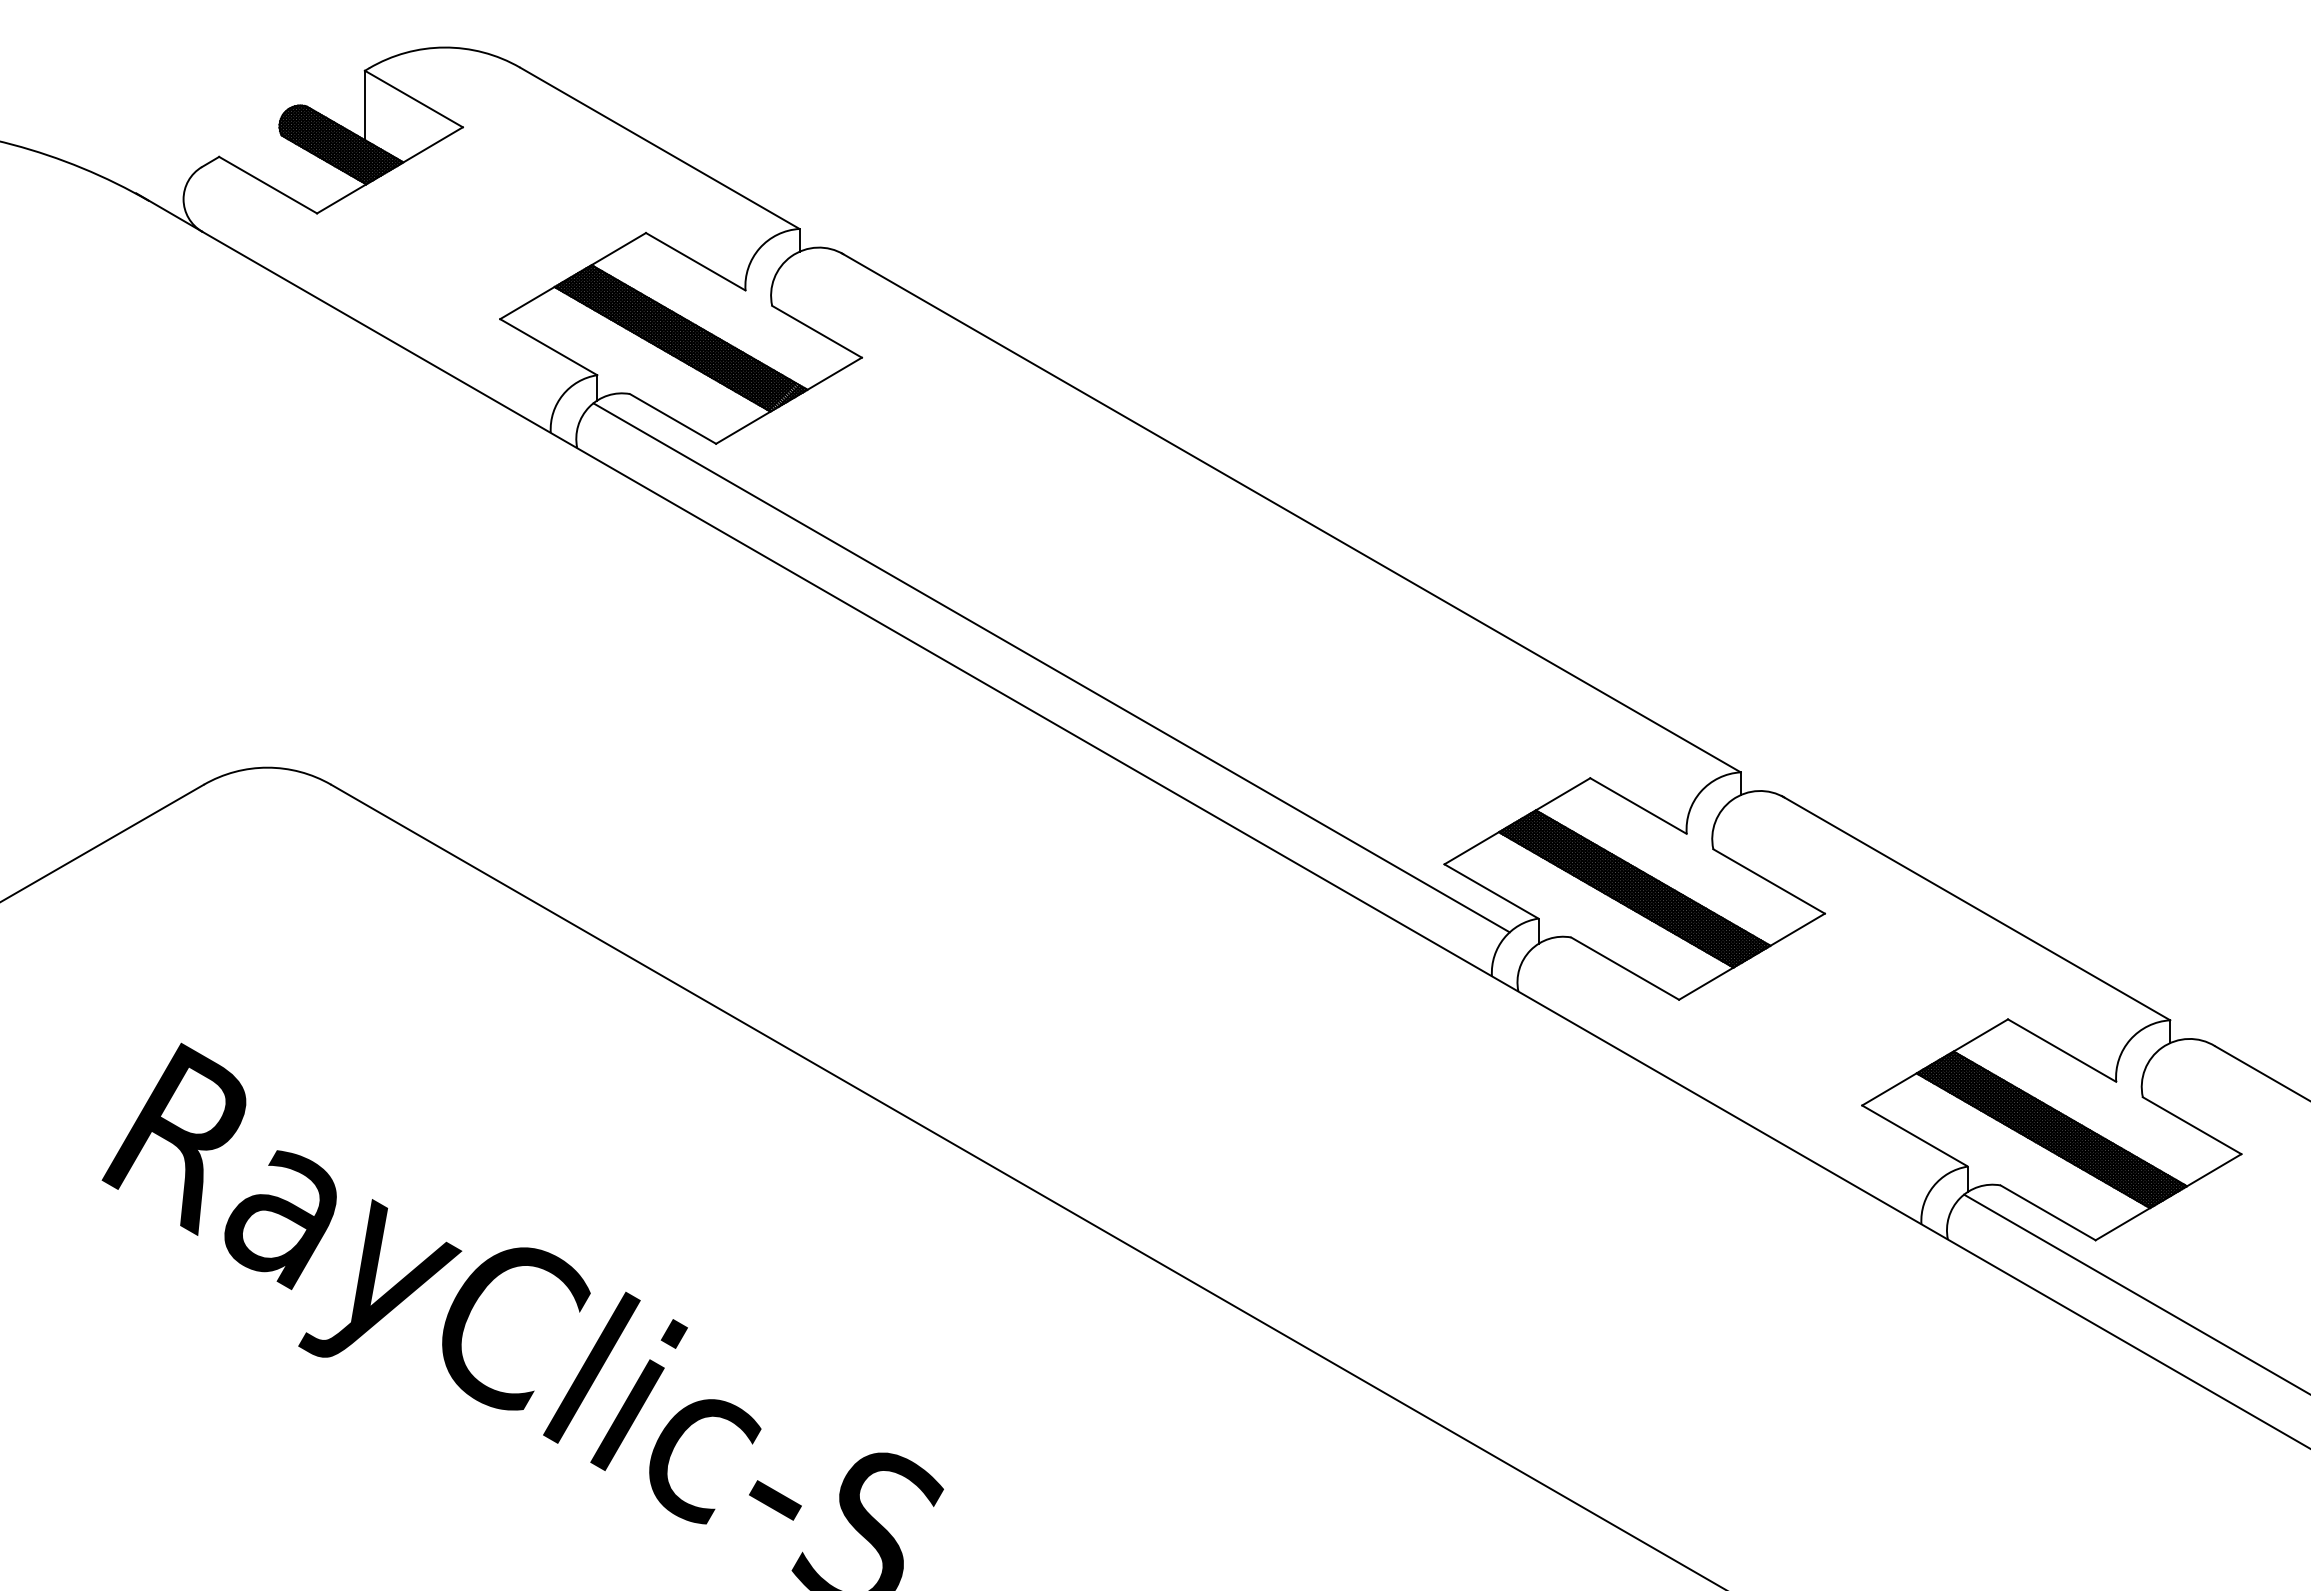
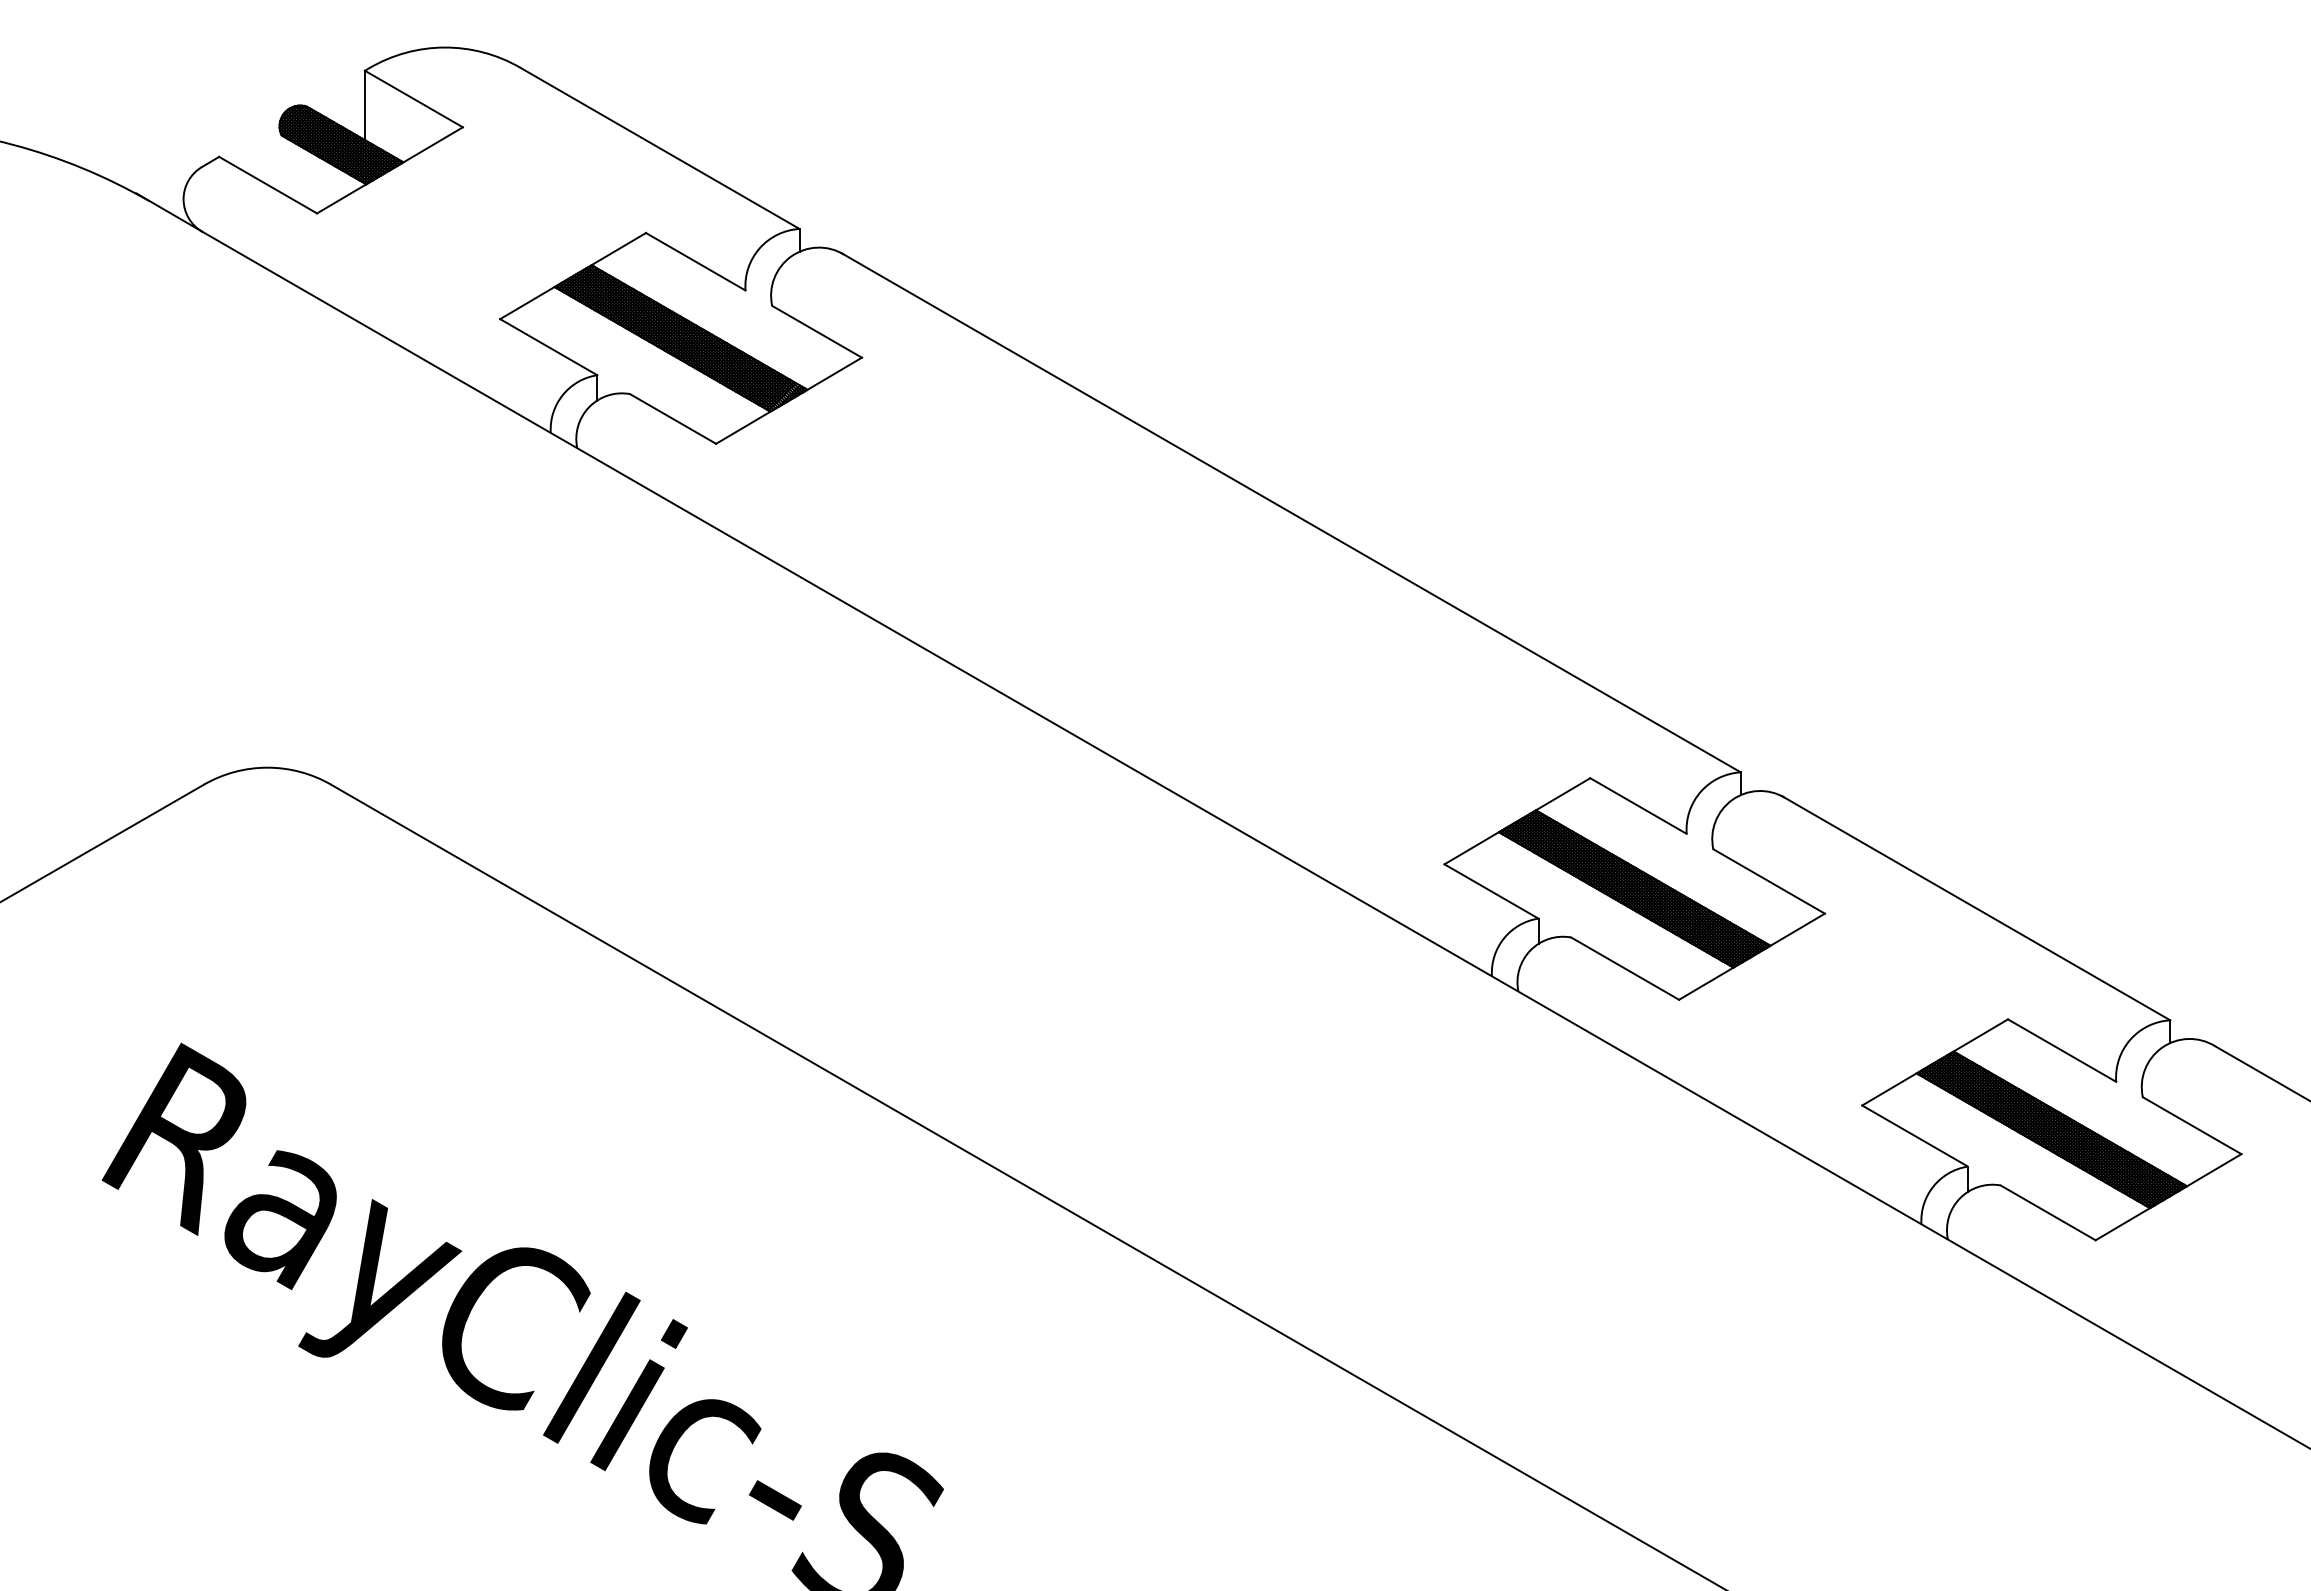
line at (1051, 667): present -> none
line at (2135, 1293): present -> none
